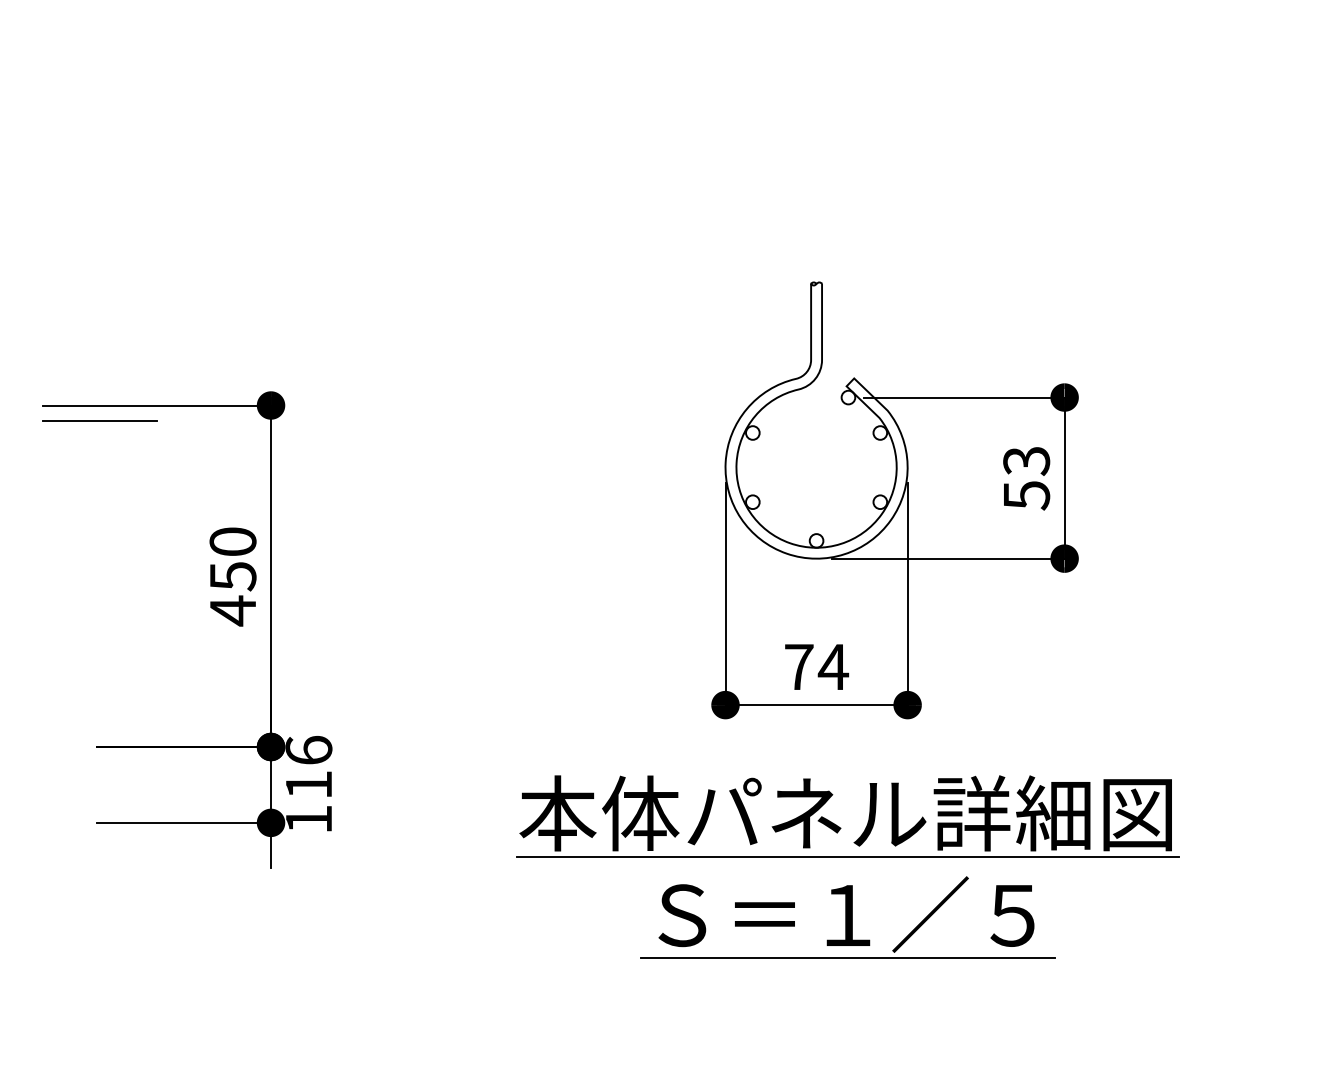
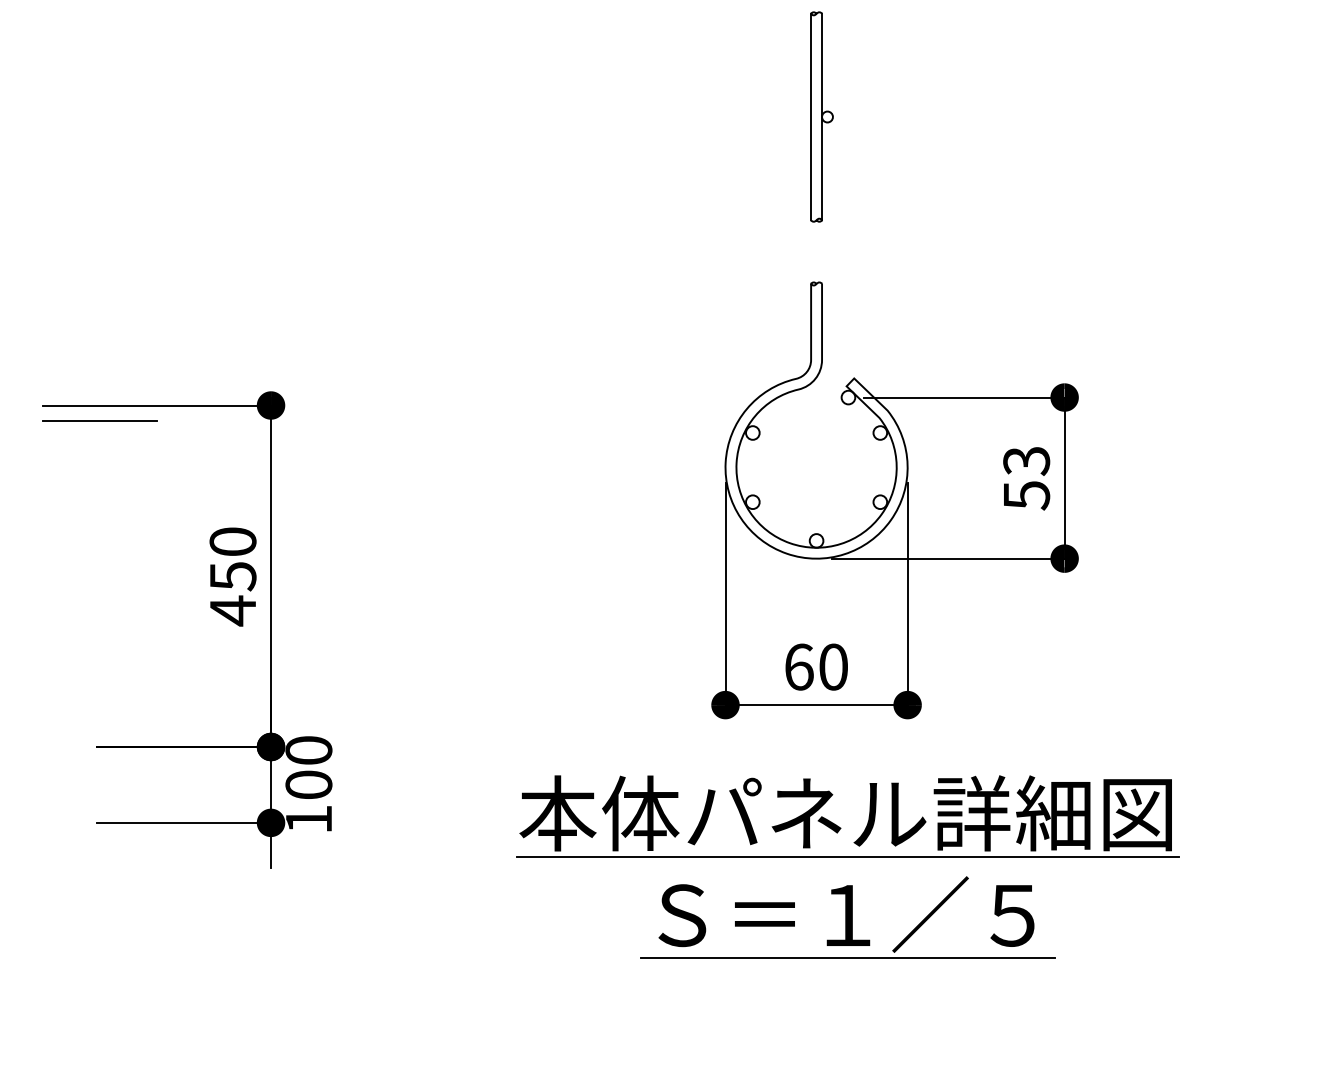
part at (821, 116): none -> present
text at (817, 666): 74 -> 60
text at (308, 767): 116 -> 100
